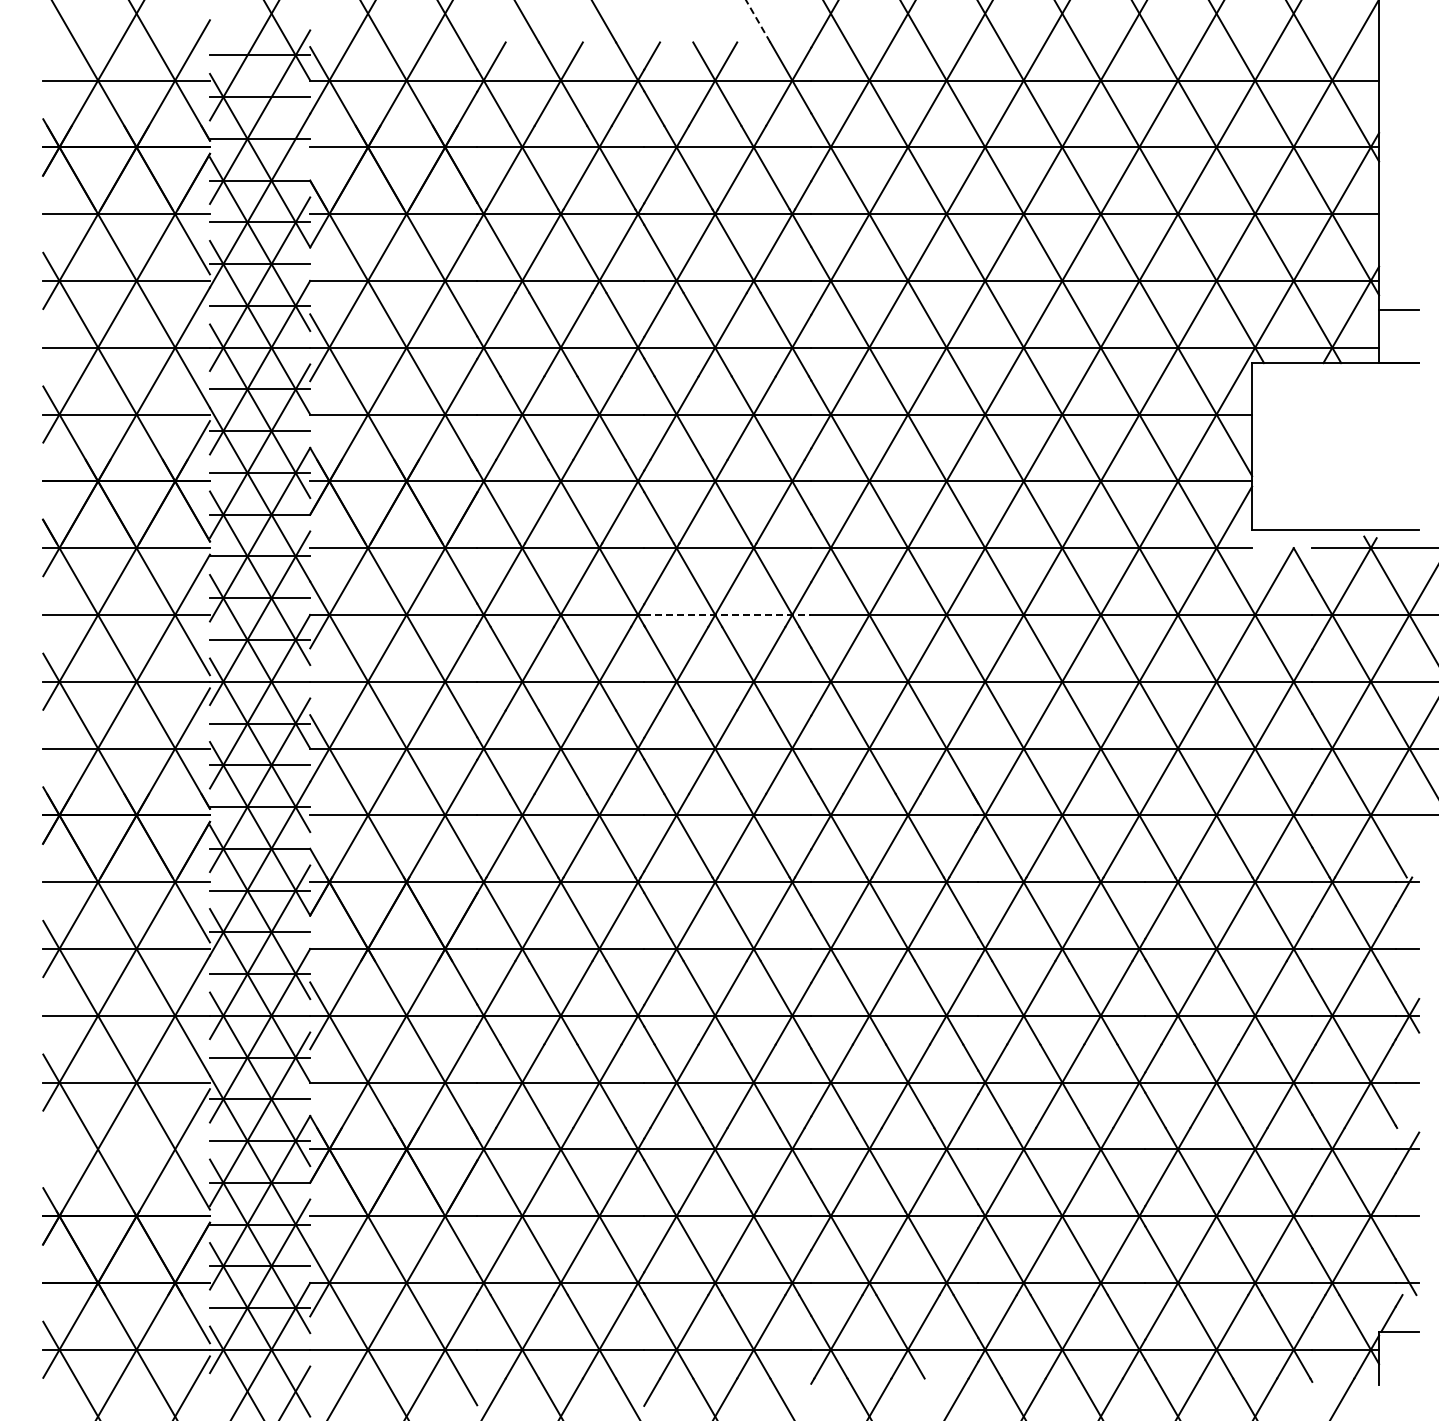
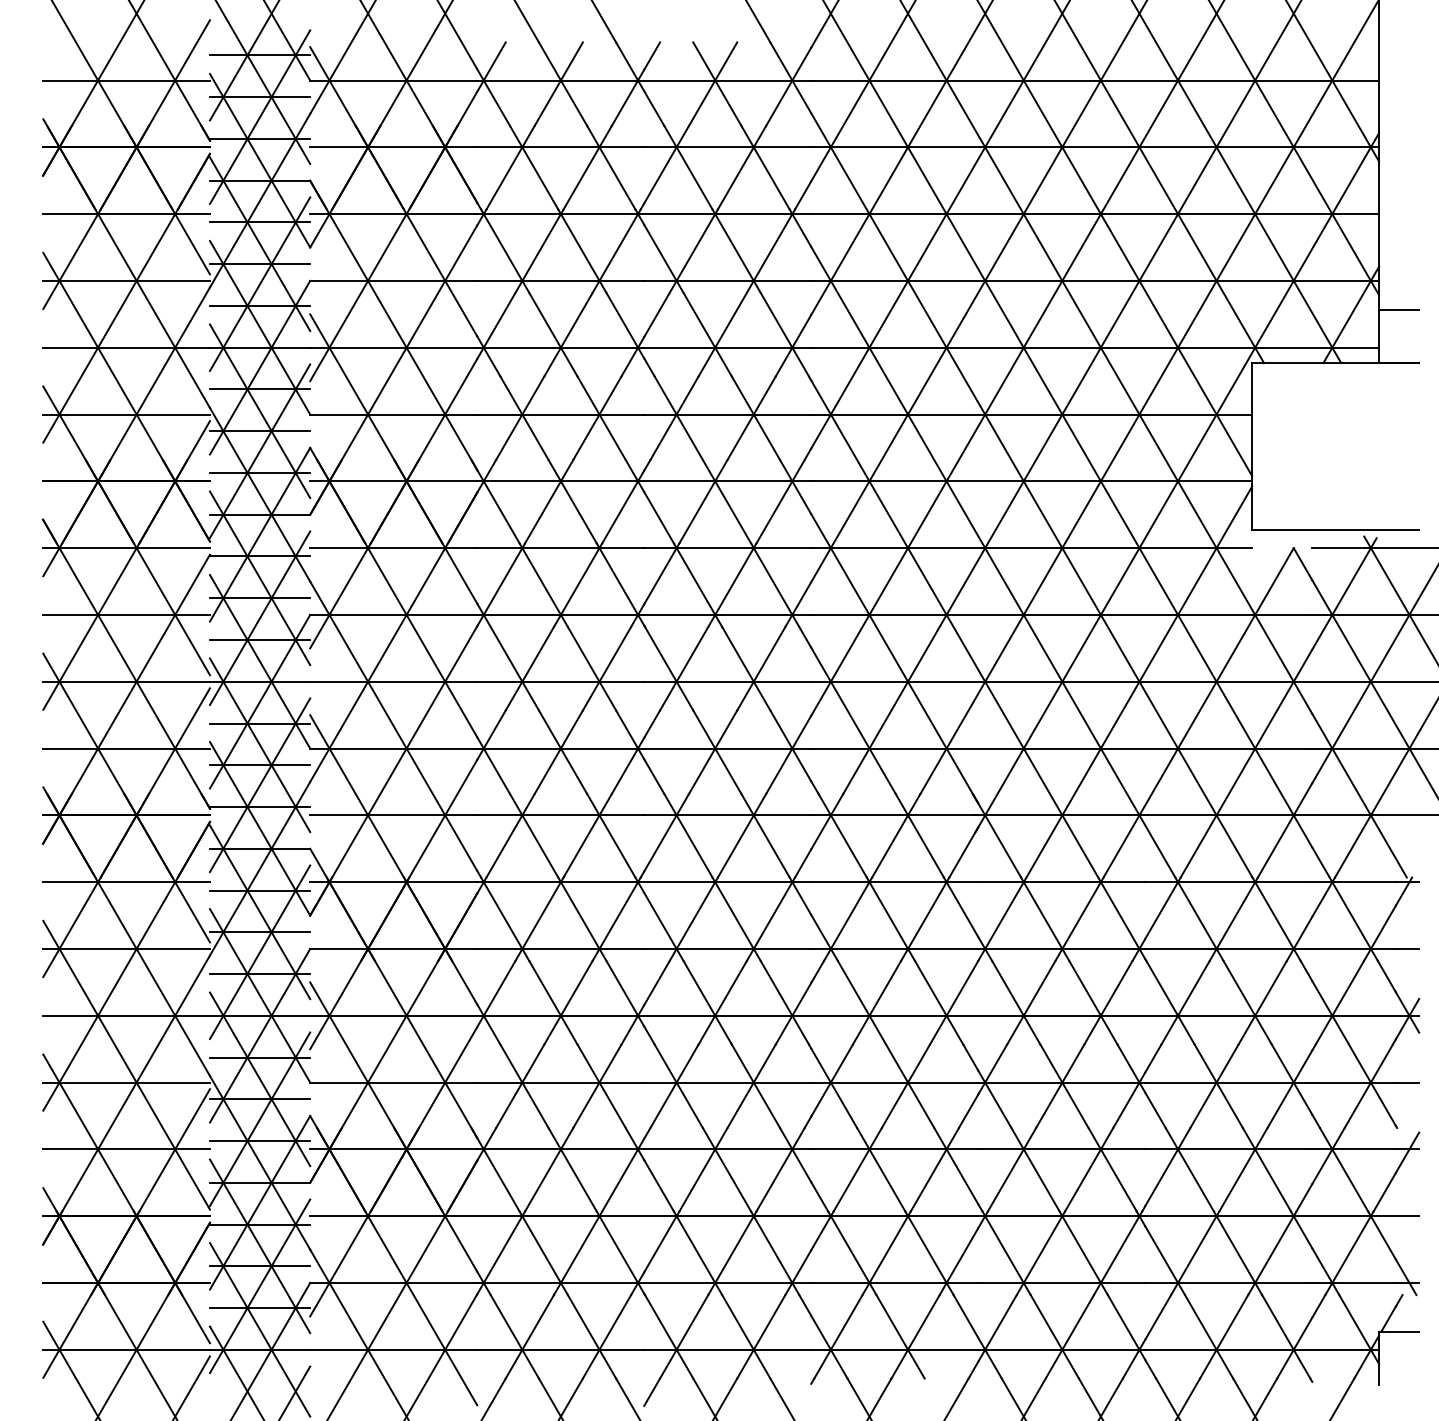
line at (757, 20): dashed -> solid
line at (263, 83): none -> present
line at (727, 614): dashed -> solid
line at (126, 1149): none -> present
